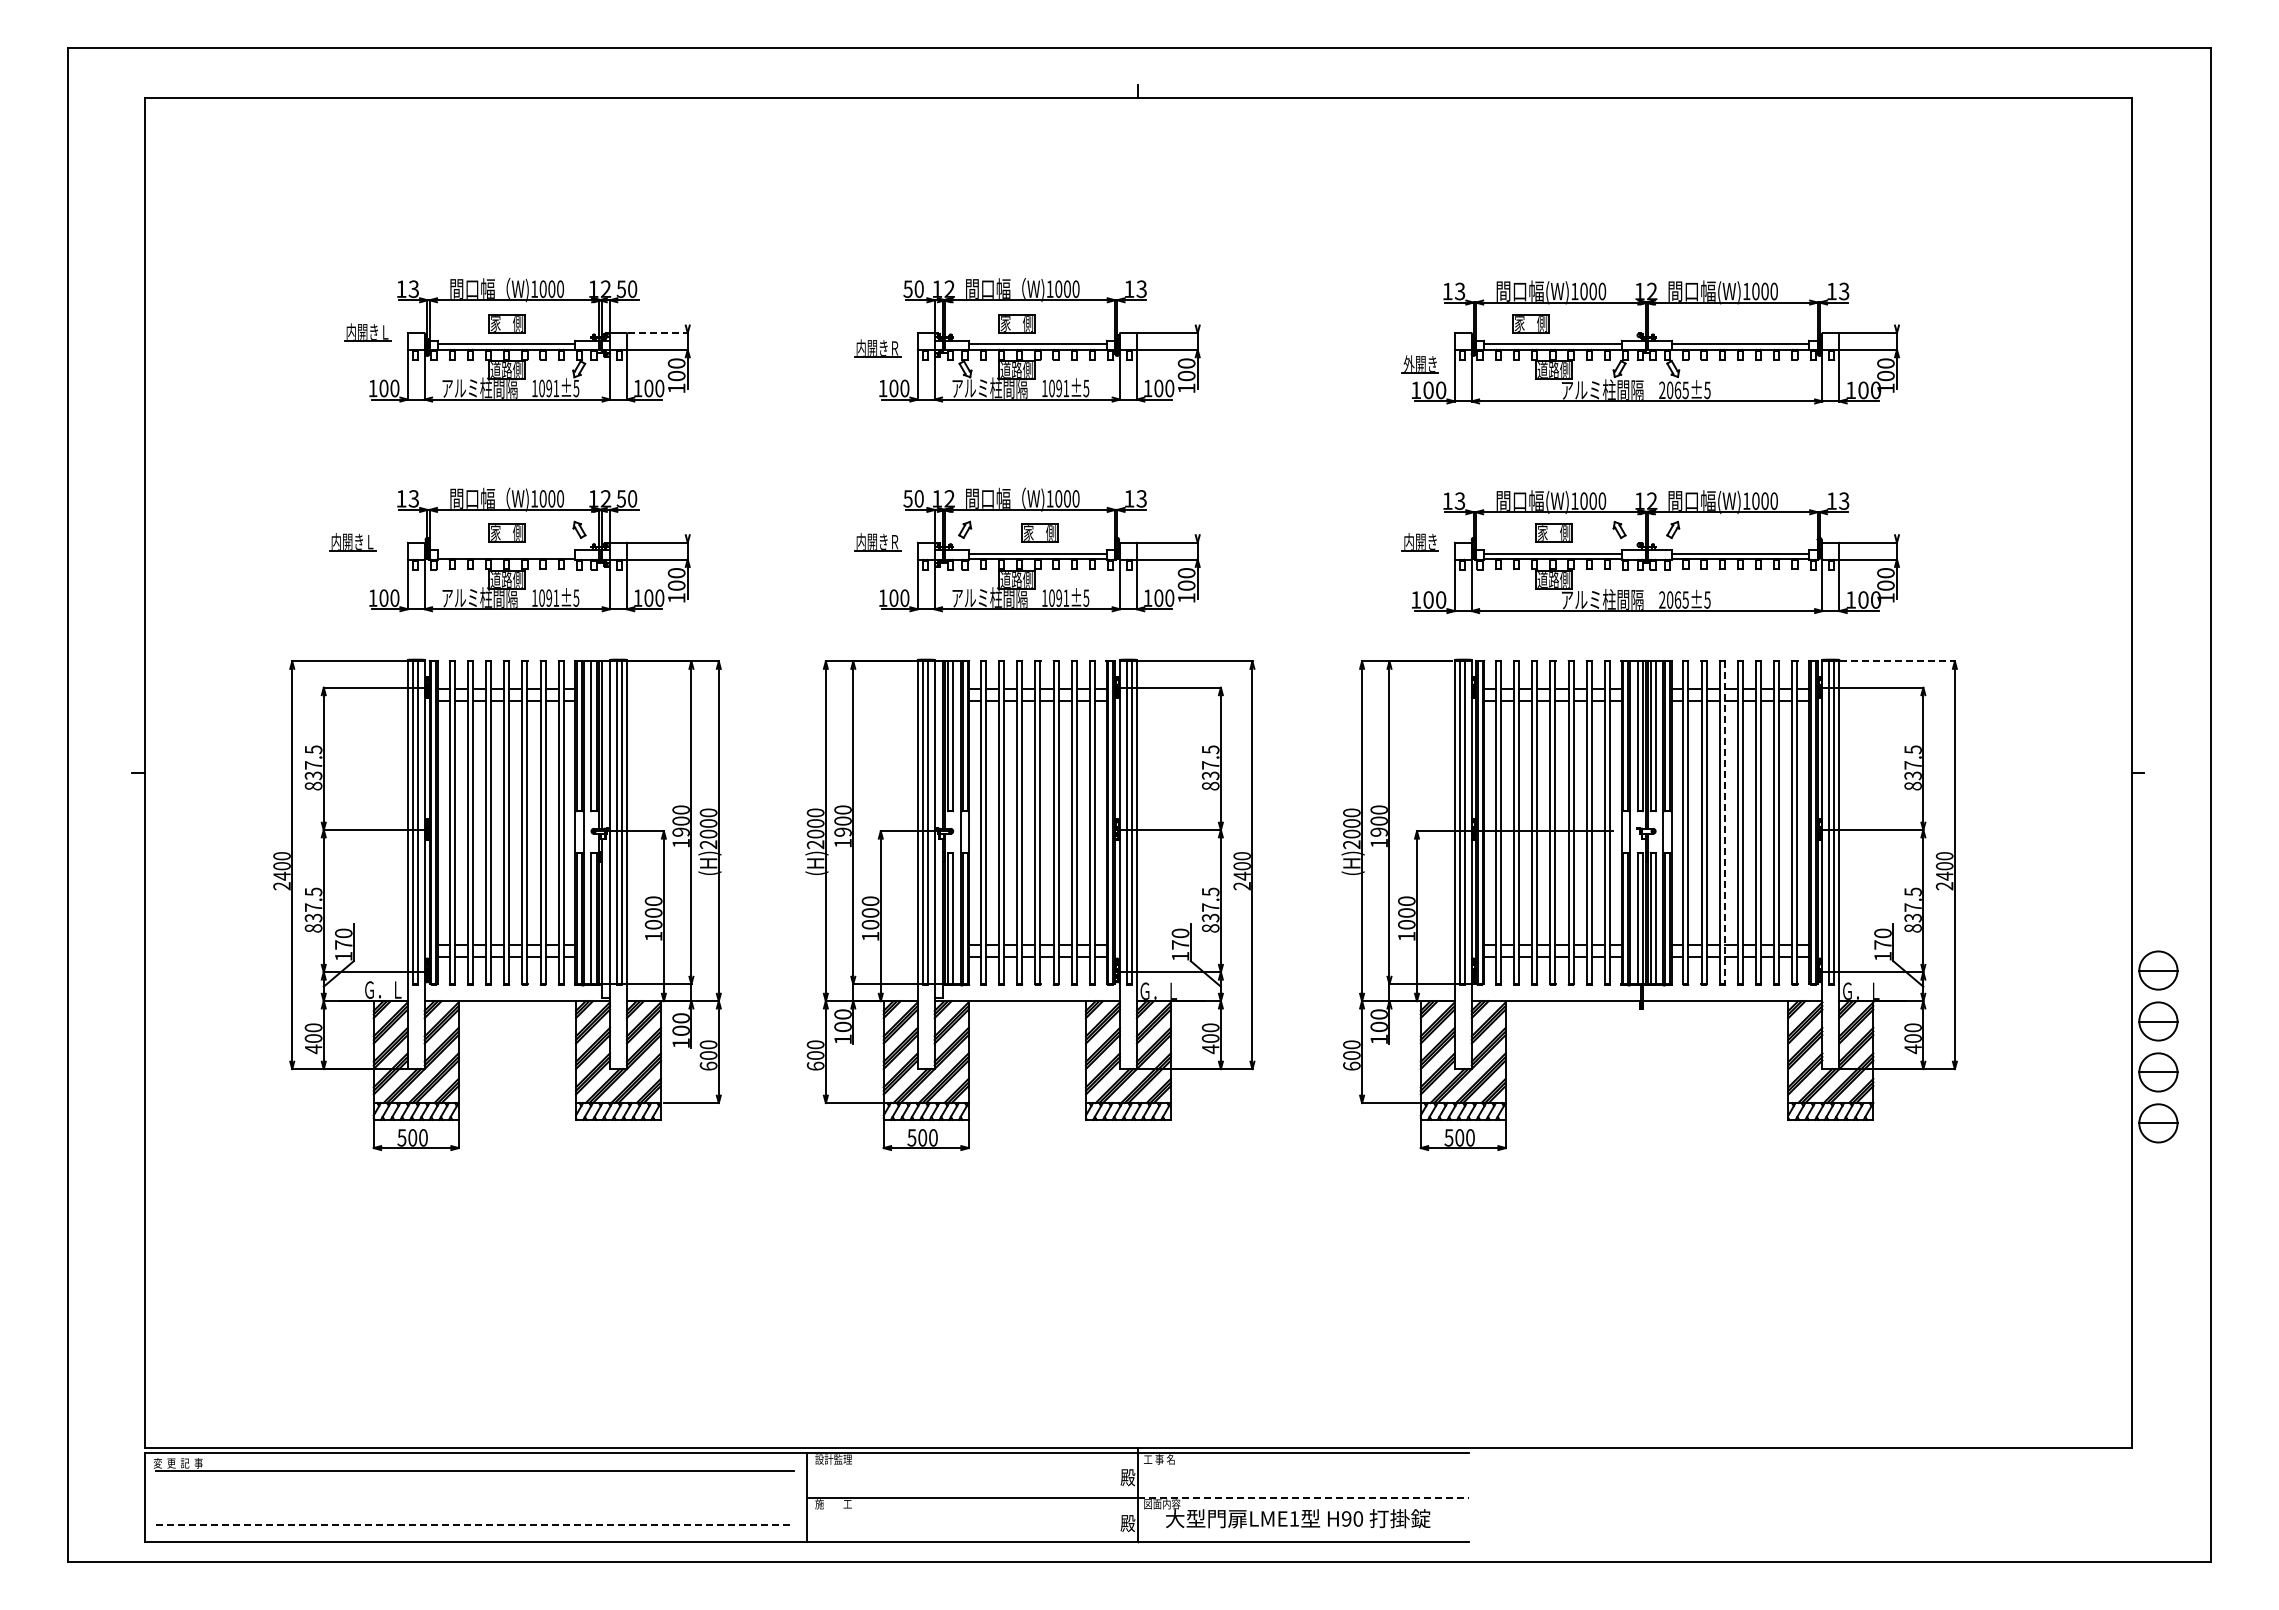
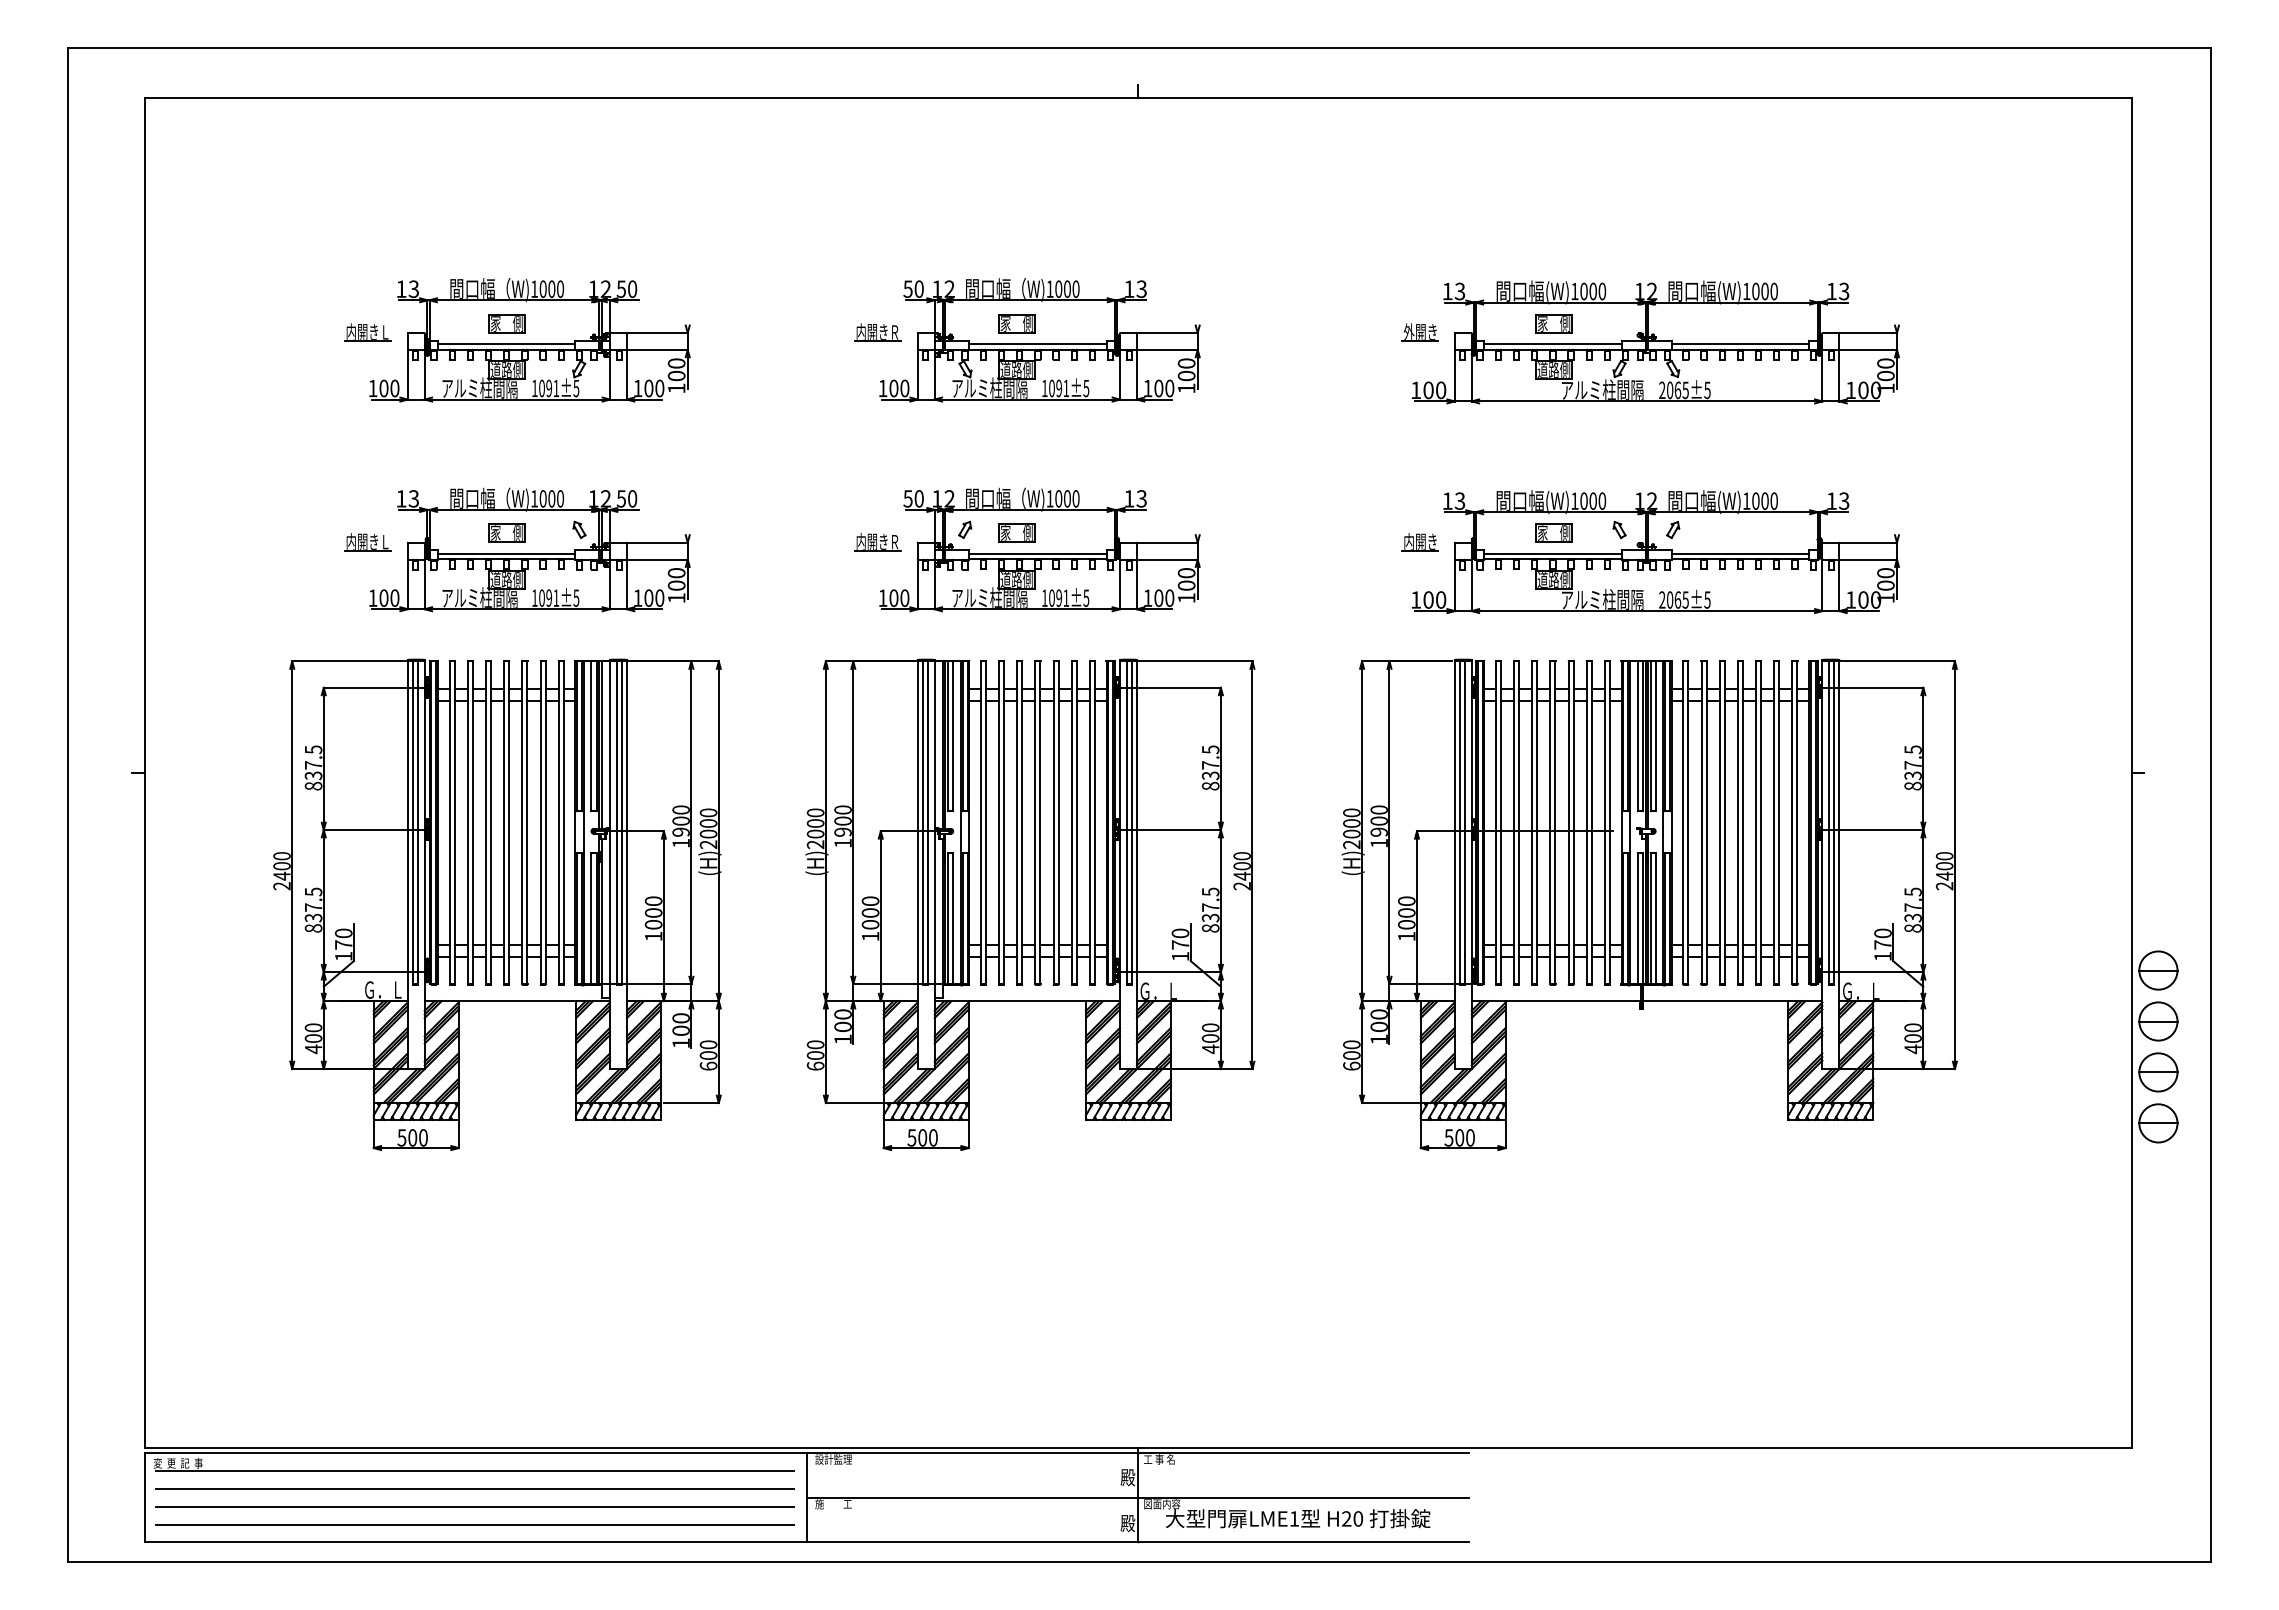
part at (1530, 323) position: (1530, 323) -> (1553, 323)
line at (658, 332): dashed -> solid
part at (877, 348) position: (877, 348) -> (877, 332)
part at (1419, 364) position: (1419, 364) -> (1419, 332)
part at (1039, 532) position: (1039, 532) -> (1016, 532)
part at (352, 542) position: (352, 542) -> (367, 542)
line at (506, 554): none -> present
line at (1898, 661): dashed -> solid
line at (1724, 823): dashed -> solid
line at (474, 1488): none -> present
line at (1303, 1497): dashed -> solid
line at (474, 1506): none -> present
text at (1346, 1518): H90 -> H20
line at (475, 1524): dashed -> solid
